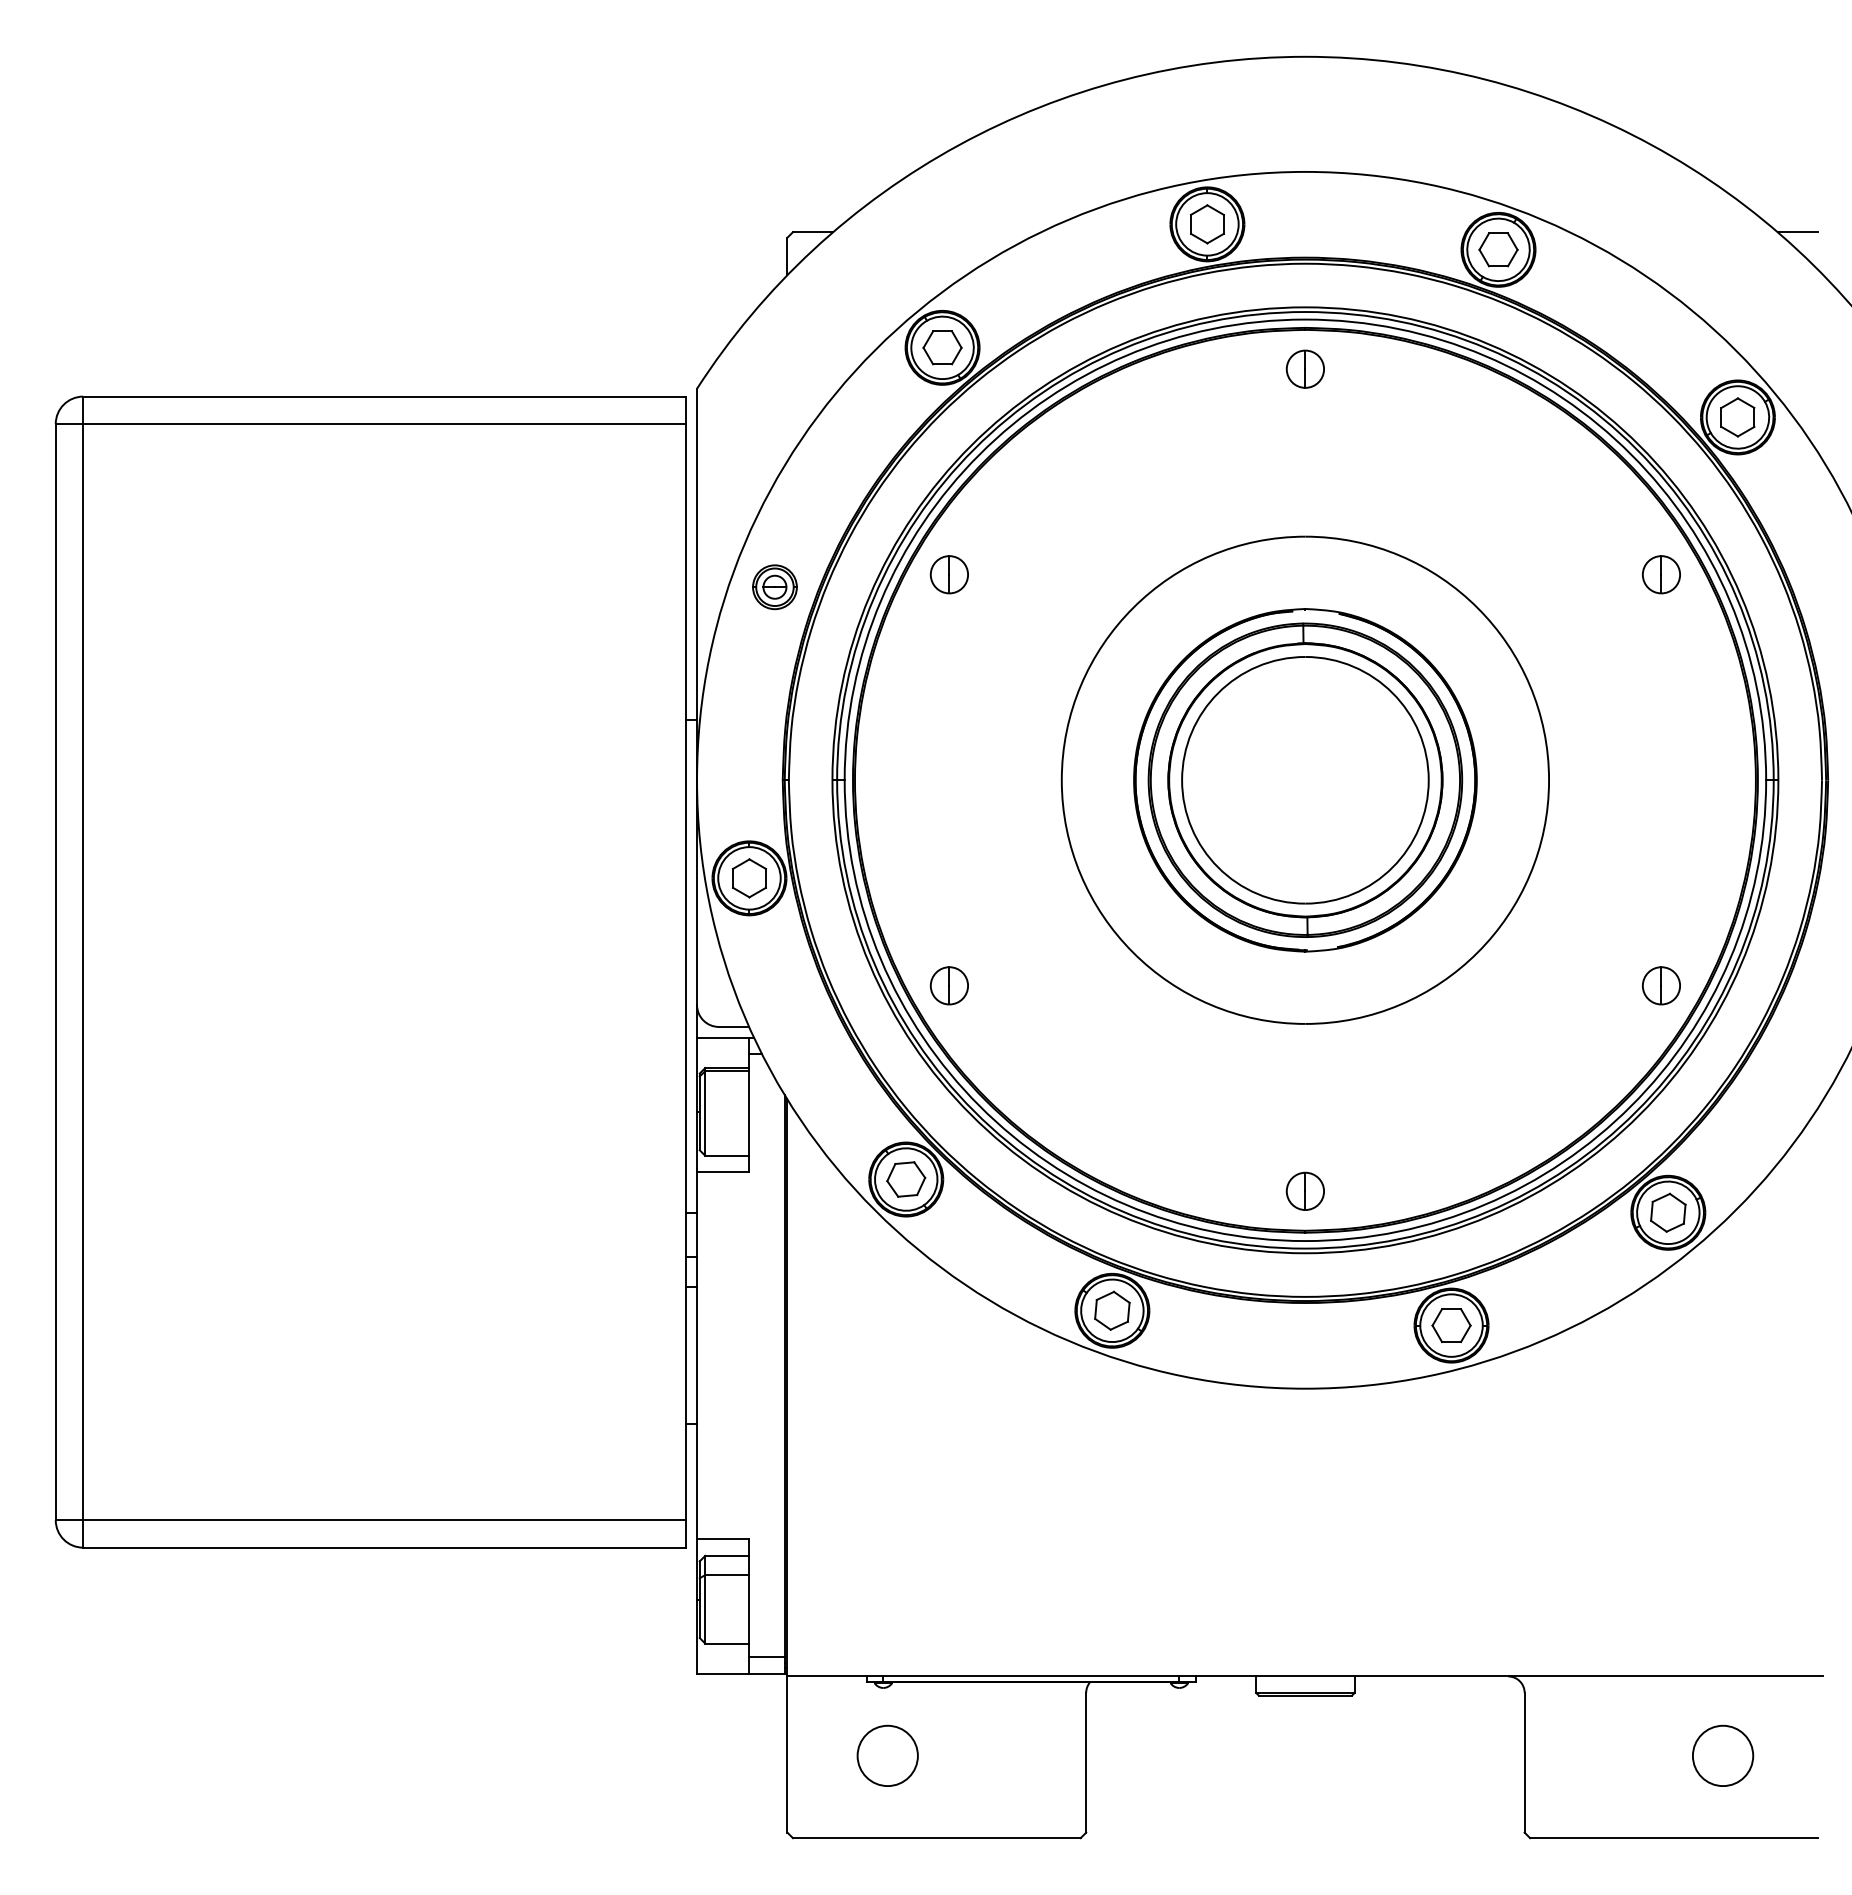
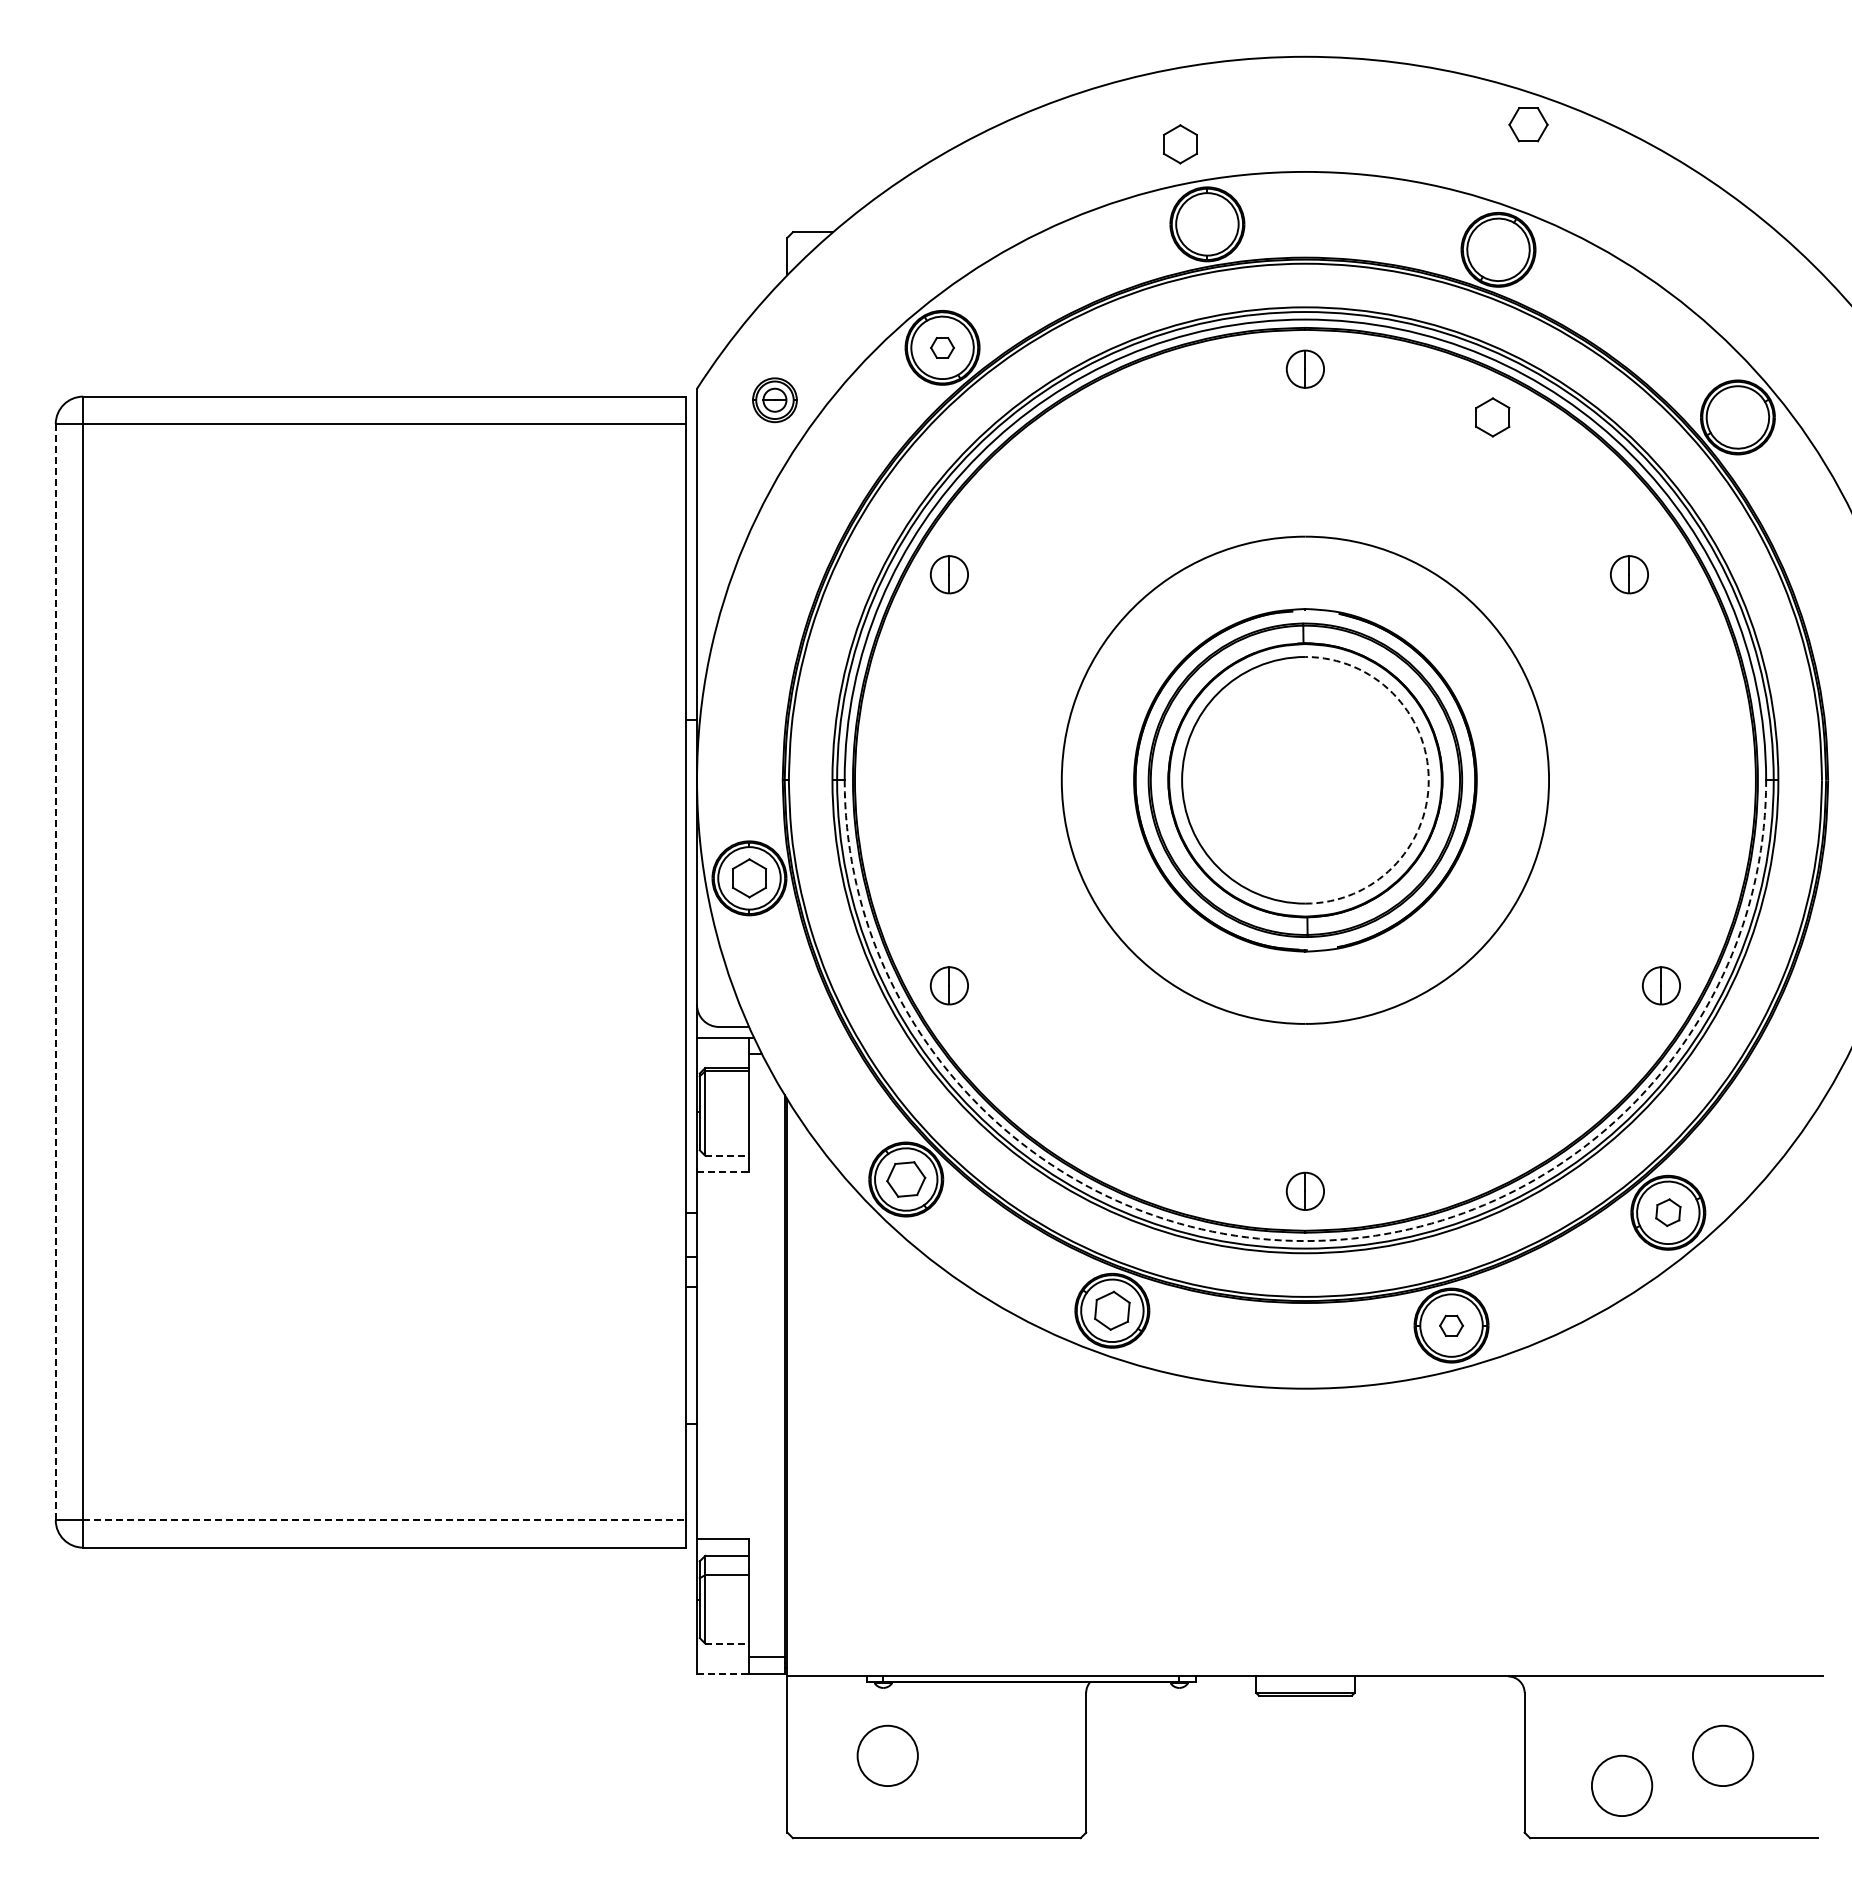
part at (1207, 224) position: (1207, 224) -> (1180, 144)
line at (1797, 232): present -> none
part at (1498, 249) position: (1498, 249) -> (1528, 124)
part at (942, 347) size: 41x36 px -> 25x22 px
part at (1737, 417) position: (1737, 417) -> (1492, 417)
part at (1661, 574) position: (1661, 574) -> (1629, 574)
part at (774, 587) position: (774, 587) -> (774, 400)
arc at (1428, 780): solid -> dashed
line at (55, 971): solid -> dashed
line at (727, 1155): solid -> dashed
line at (723, 1172): solid -> dashed
part at (1668, 1212) size: 37x41 px -> 27x29 px
arc at (1305, 1241): solid -> dashed
part at (1451, 1325) size: 41x36 px -> 25x23 px
line at (385, 1520): solid -> dashed
line at (727, 1643): solid -> dashed
line at (723, 1673): solid -> dashed
part at (1622, 1785): none -> present
